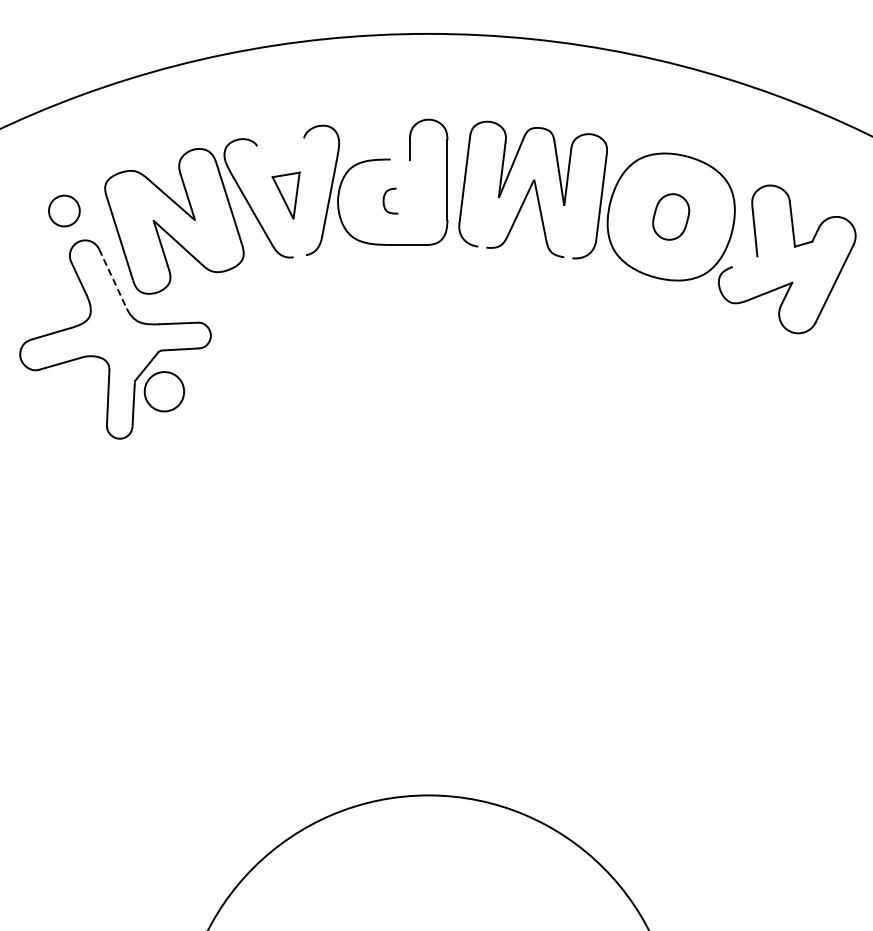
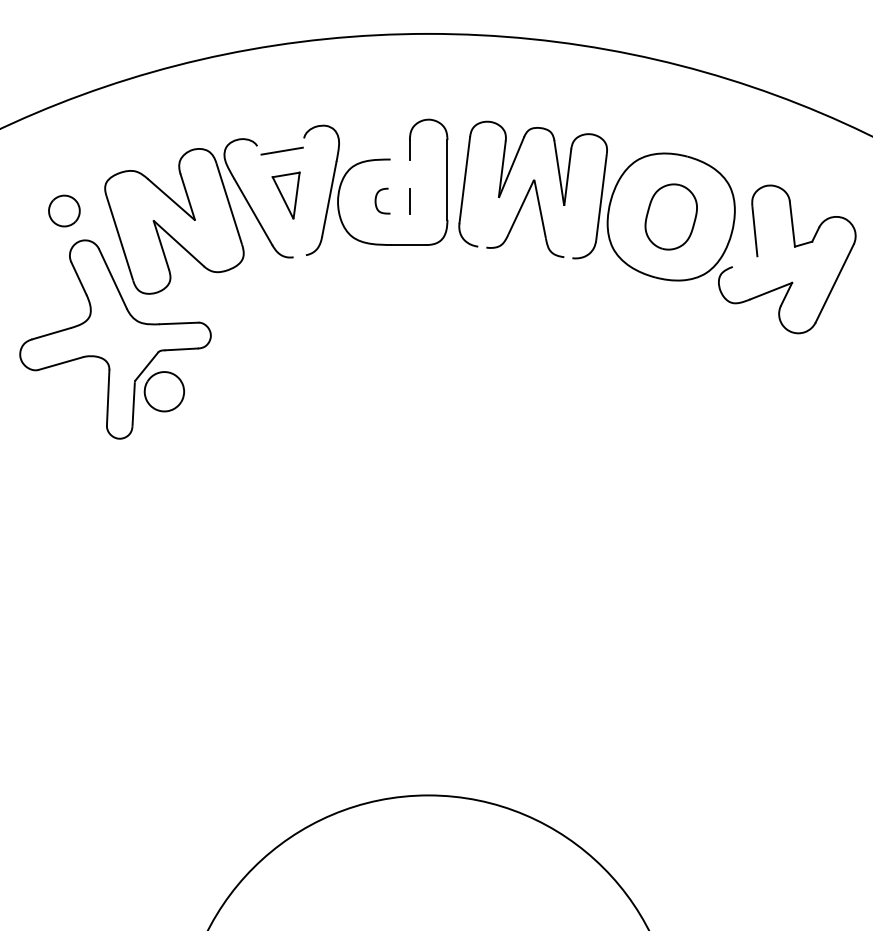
line at (281, 150): none -> present
curve at (384, 200) position: (384, 200) -> (376, 200)
line at (409, 200): none -> present
part at (671, 216) size: 39x48 px -> 54x68 px
line at (112, 278): dashed -> solid
